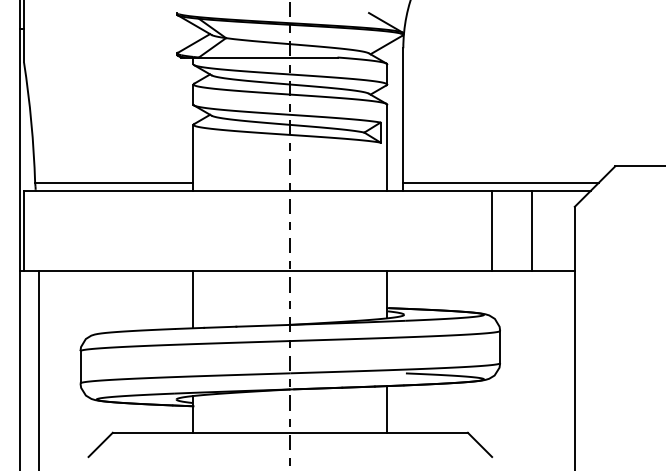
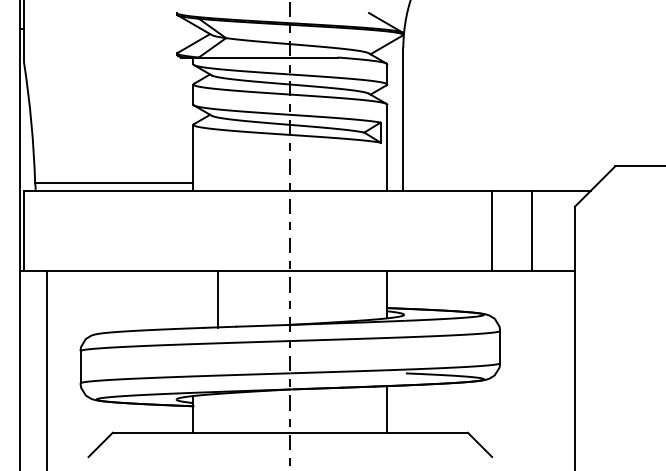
line at (501, 182): present -> none
line at (193, 299) position: (193, 299) -> (218, 299)
line at (38, 369) position: (38, 369) -> (46, 369)
